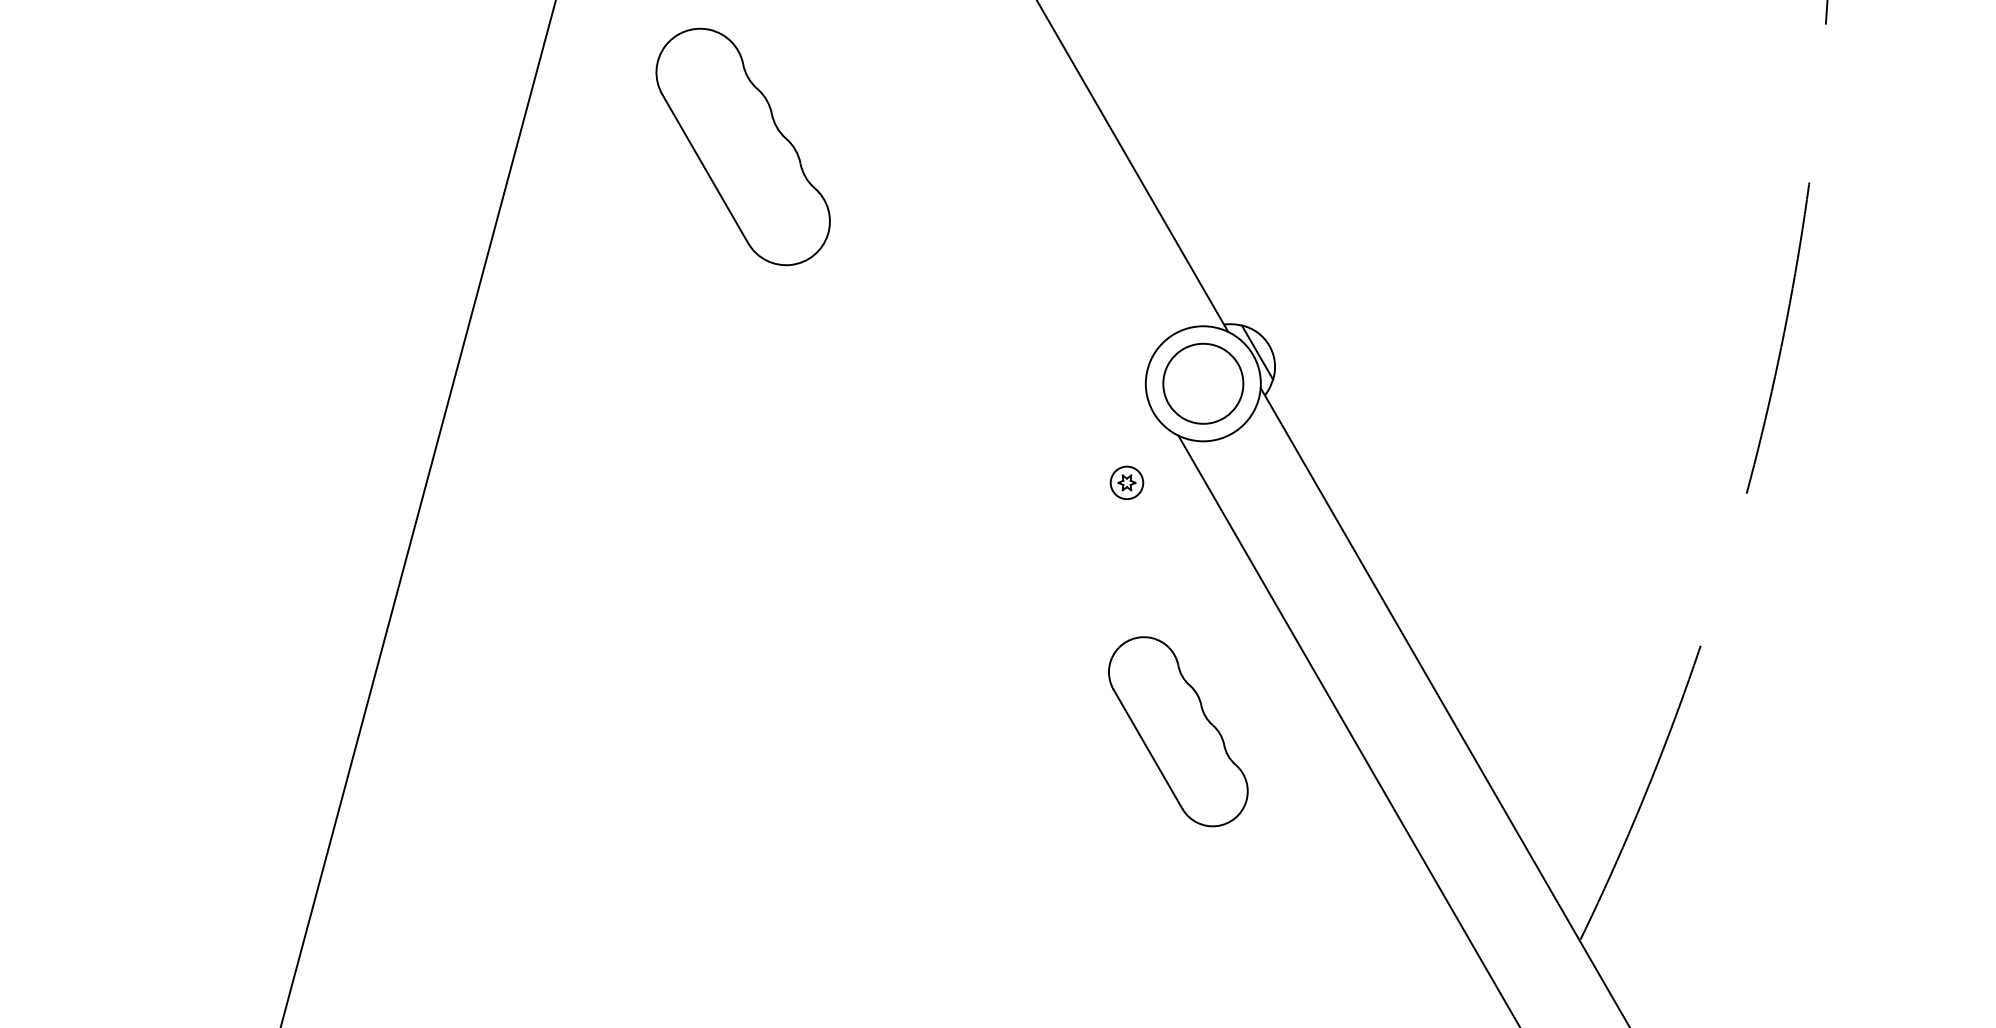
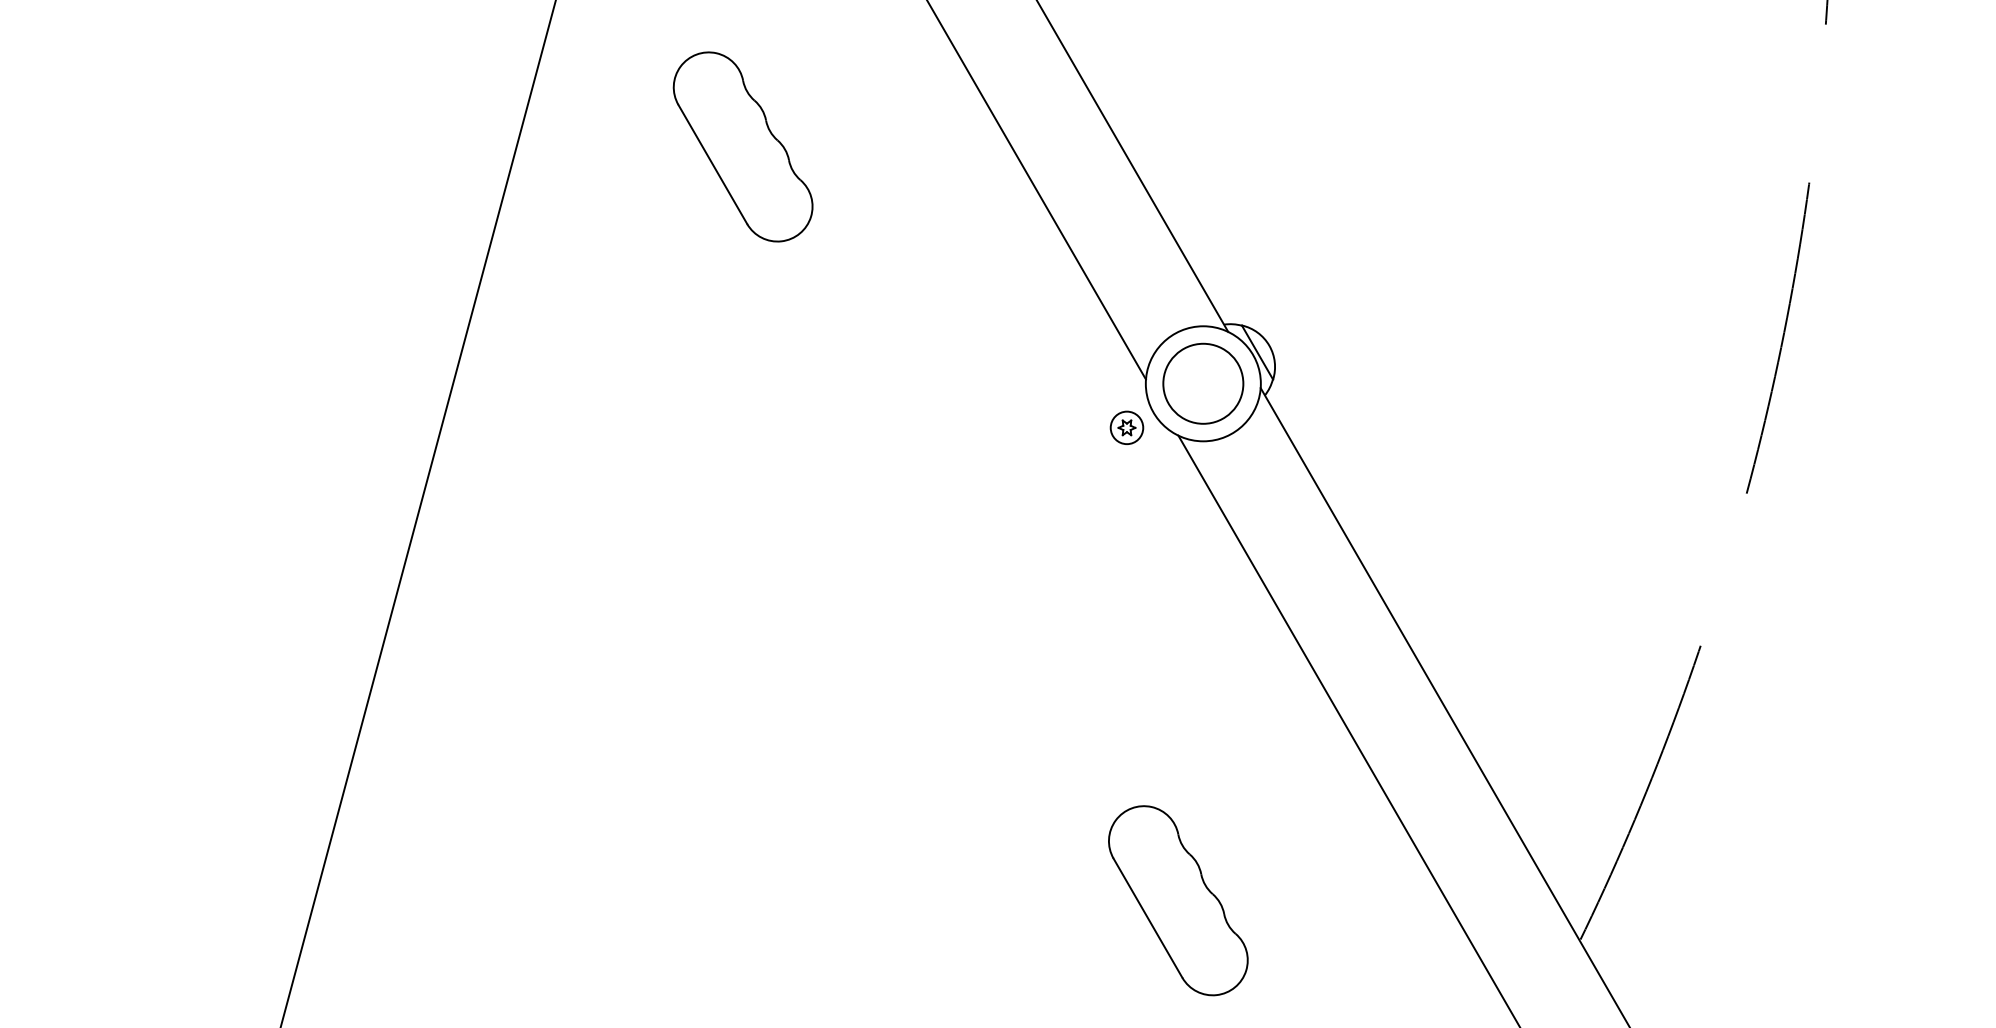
part at (742, 146) size: 176x240 px -> 142x192 px
line at (1036, 190): none -> present
part at (1126, 482) position: (1126, 482) -> (1126, 427)
part at (1178, 731) position: (1178, 731) -> (1178, 900)
